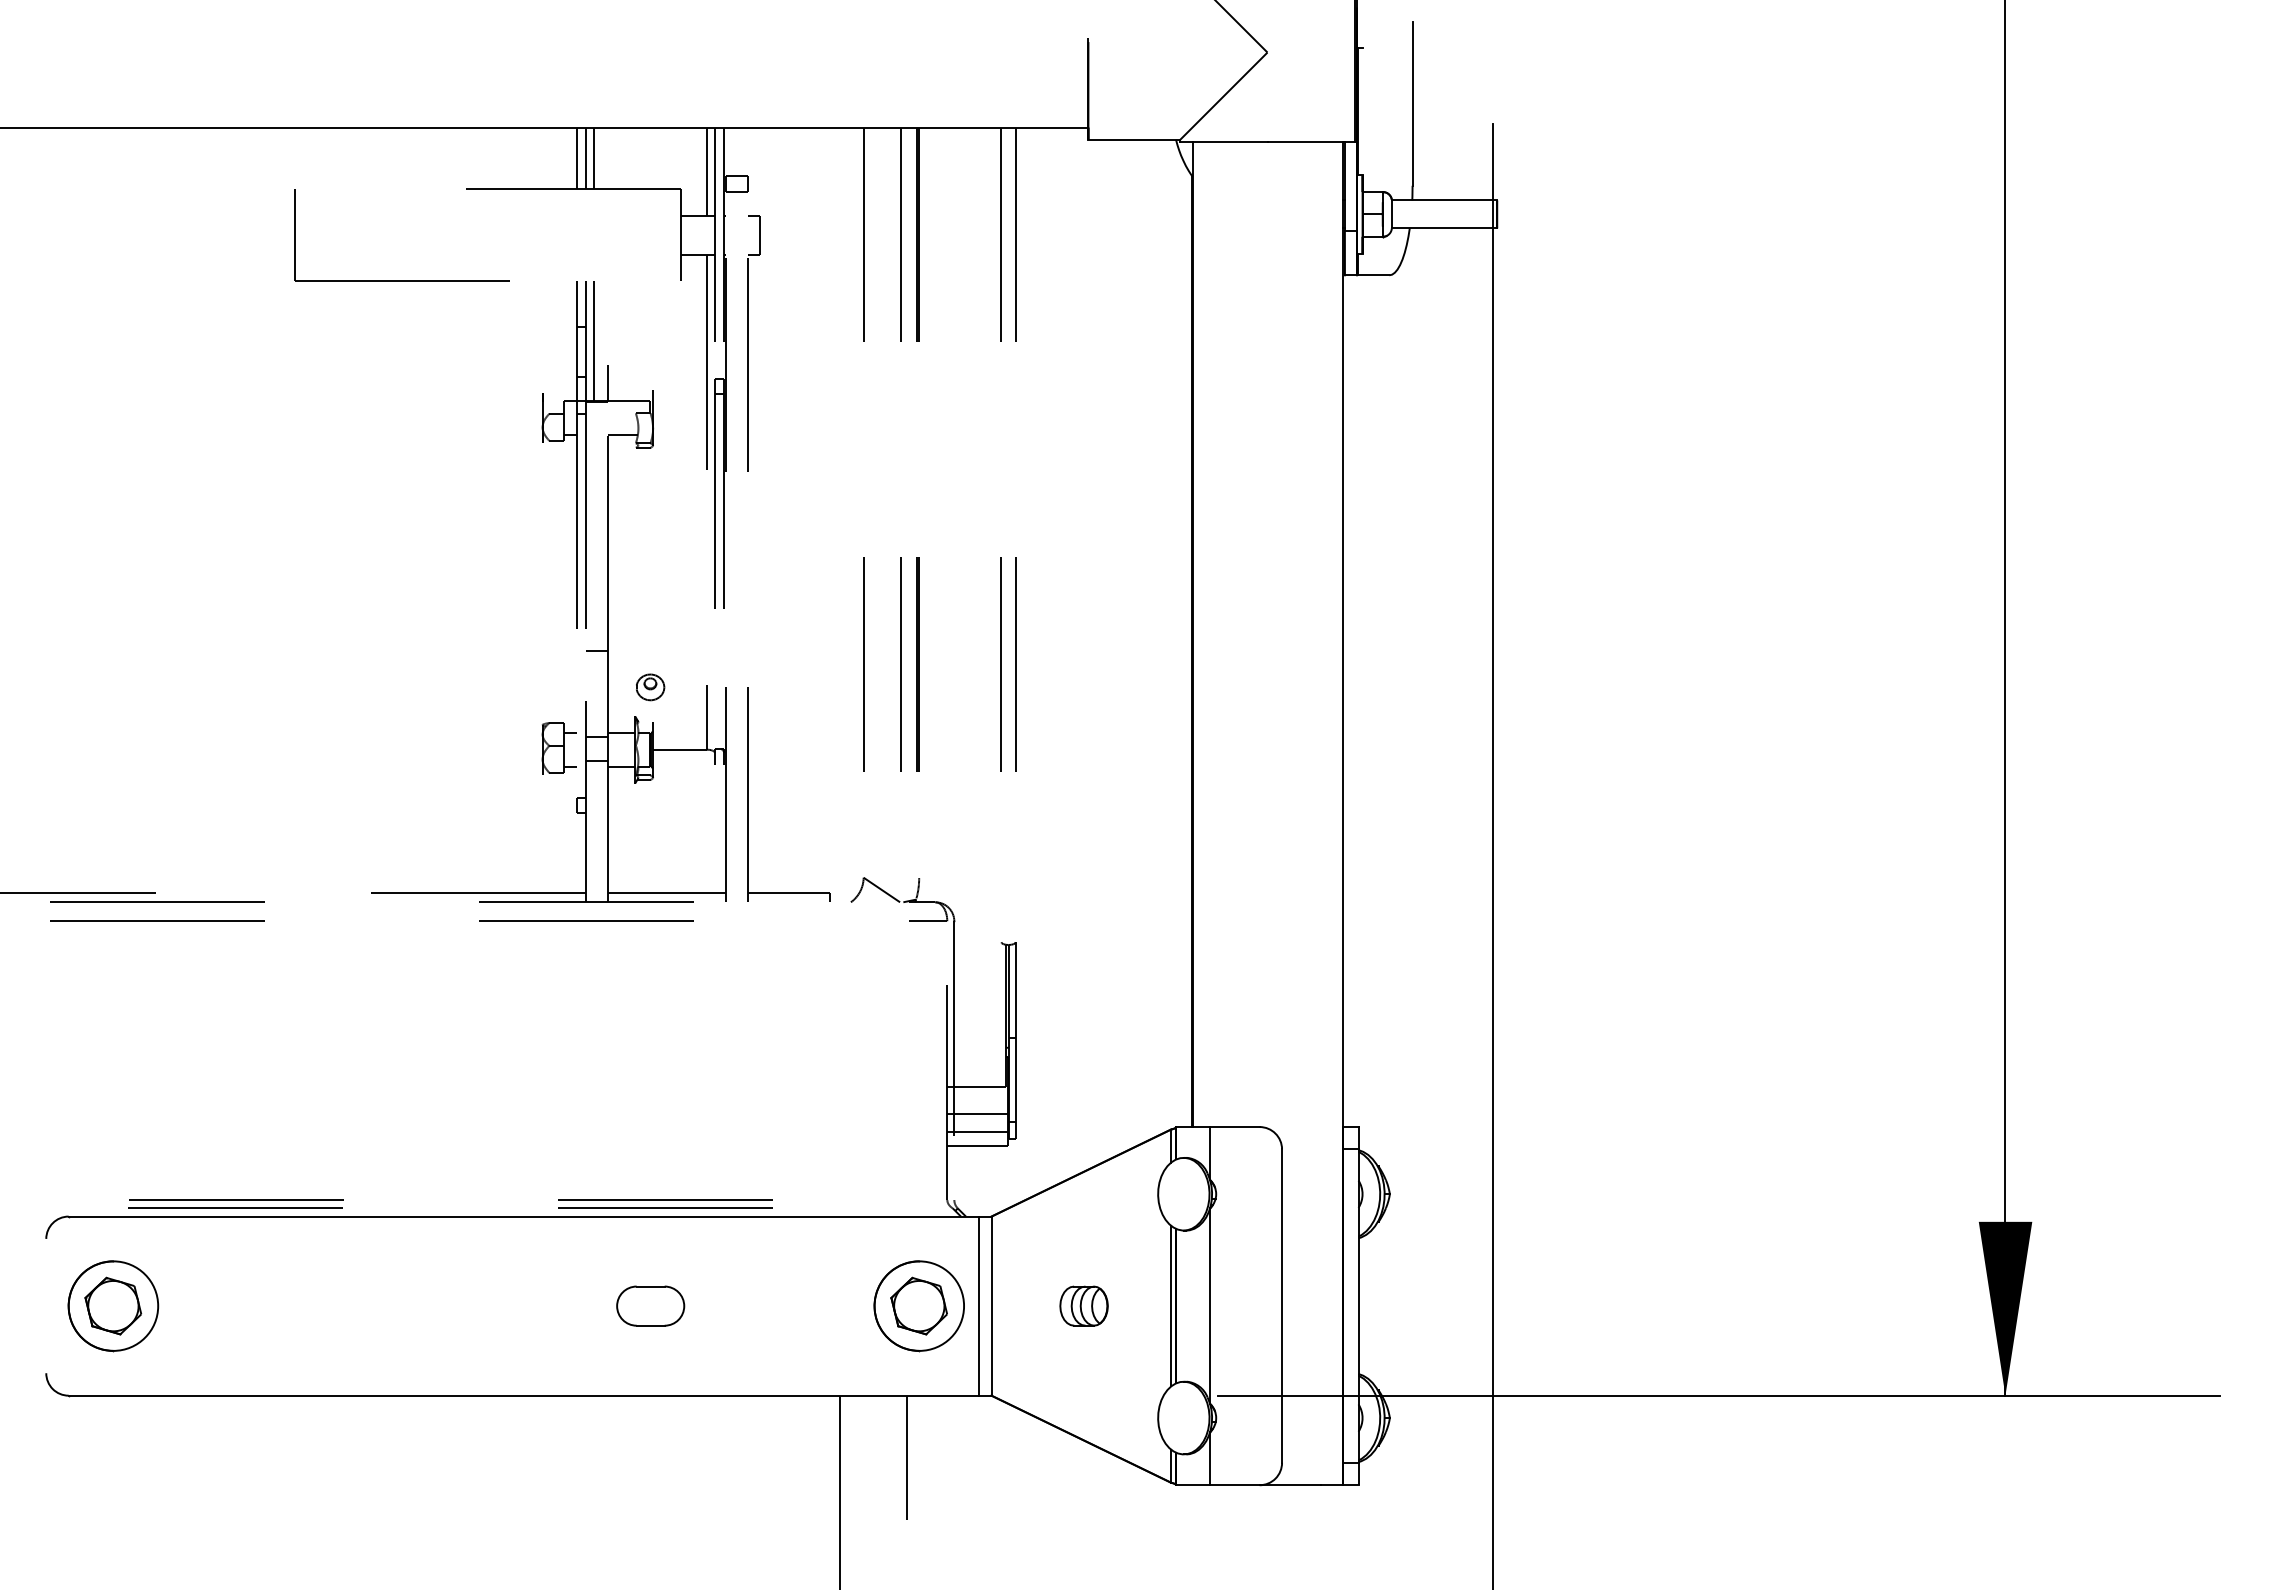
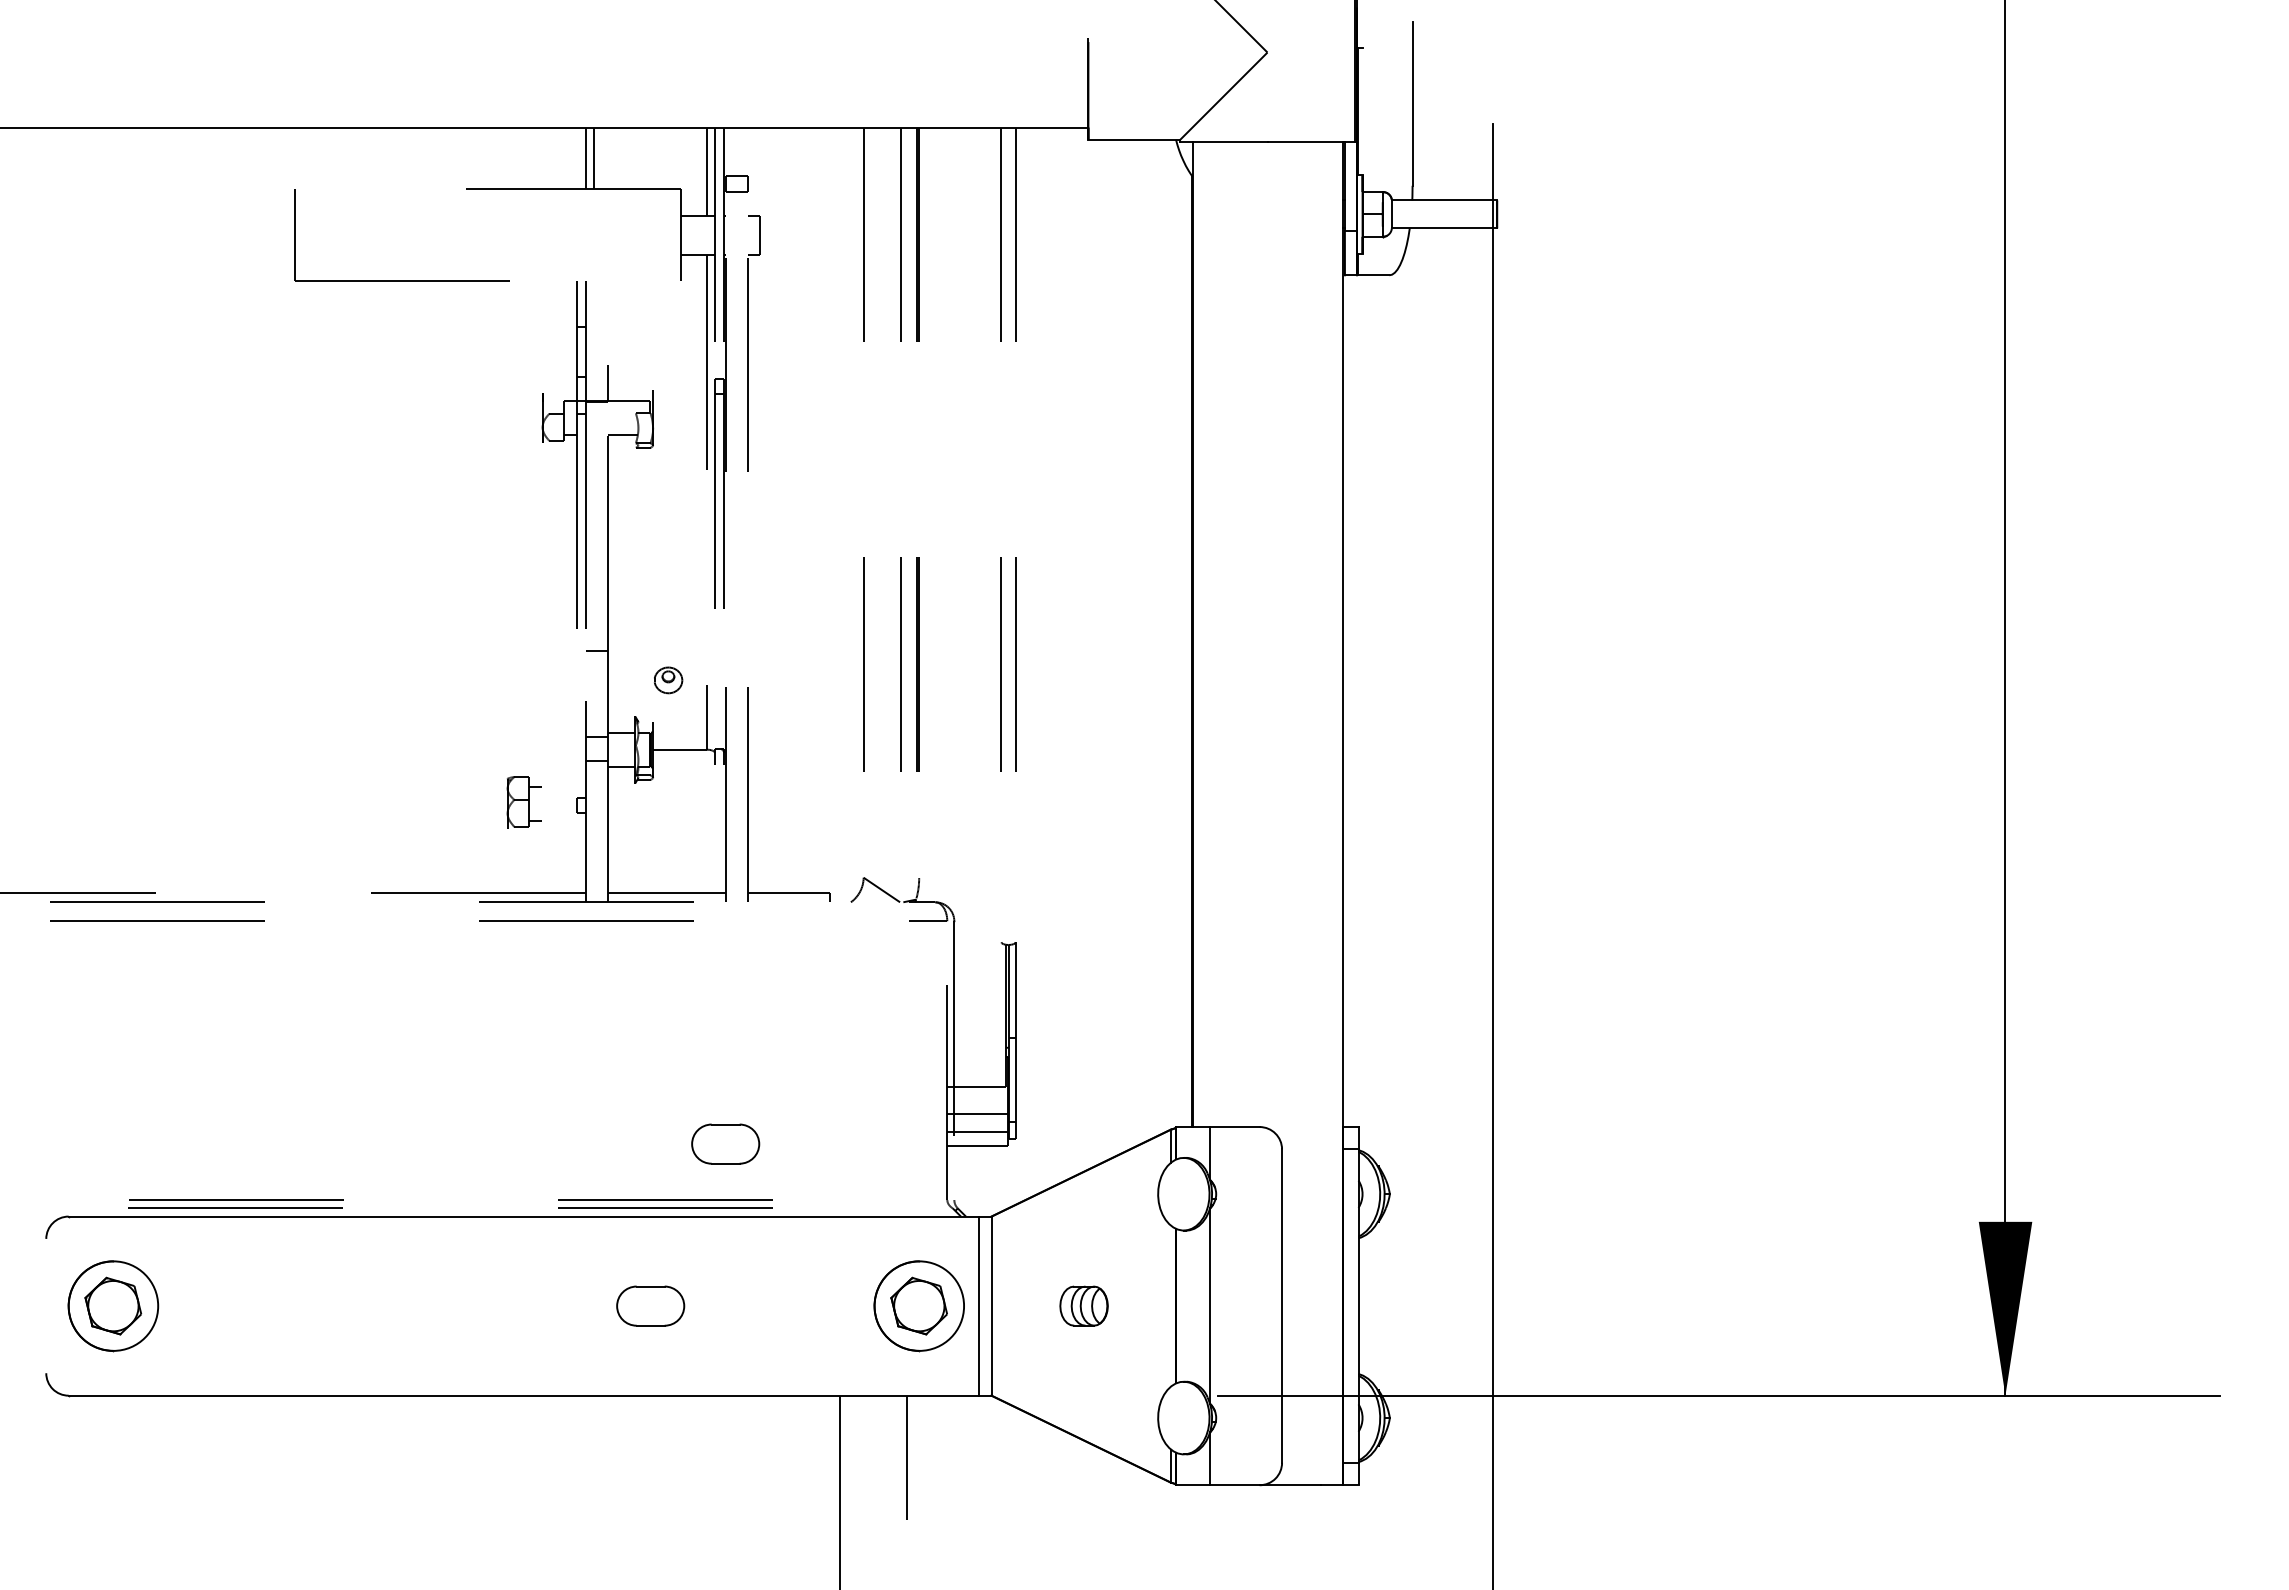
line at (576, 158): present -> none
line at (594, 341): present -> none
part at (650, 687) position: (650, 687) -> (668, 680)
part at (558, 748) position: (558, 748) -> (523, 802)
part at (725, 1143): none -> present
line at (1171, 1305): present -> none
